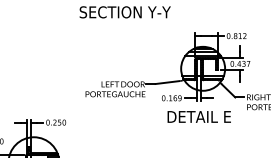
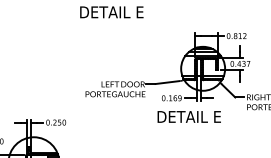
text at (124, 12): SECTION Y-Y -> DETAIL E
text at (198, 116) position: (198, 116) -> (188, 116)
